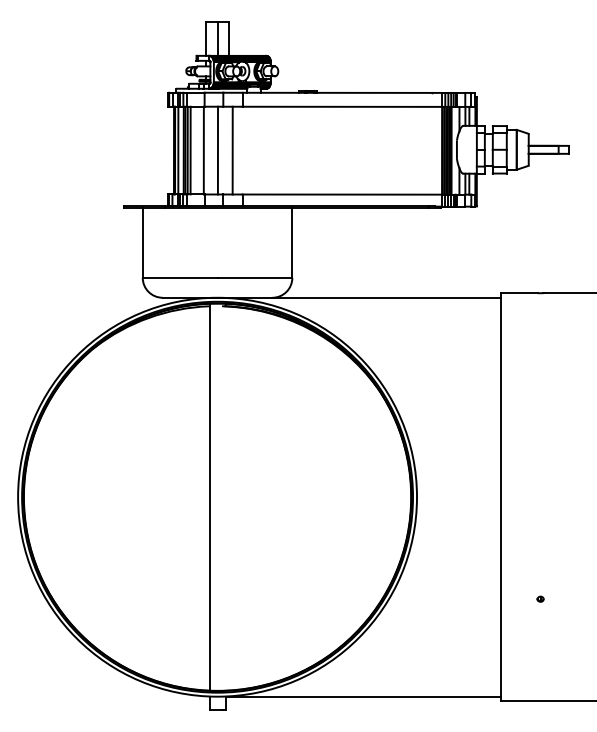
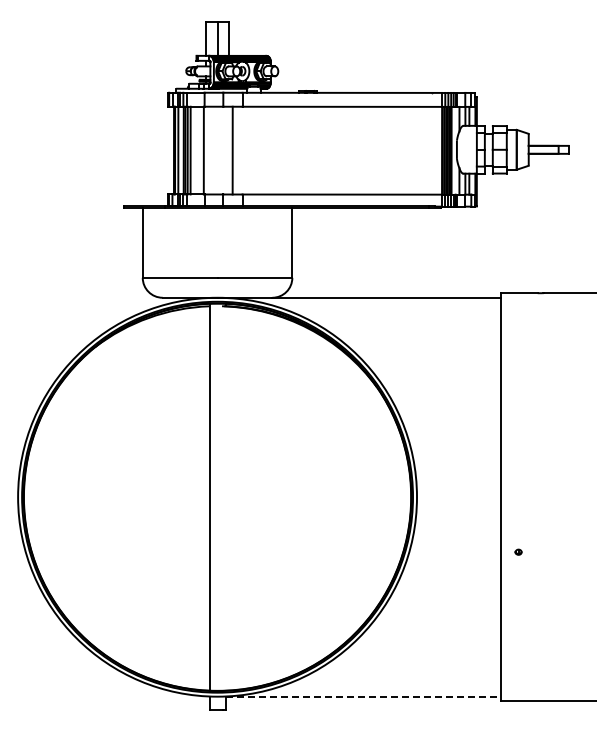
line at (217, 150): present -> none
part at (540, 598) position: (540, 598) -> (518, 551)
line at (363, 696): solid -> dashed
